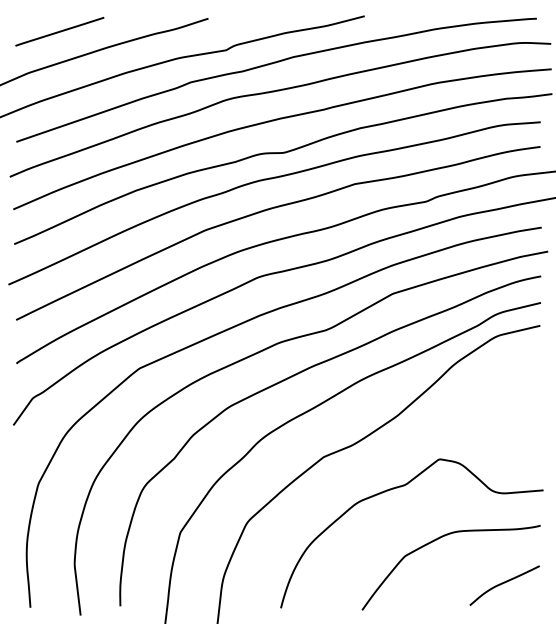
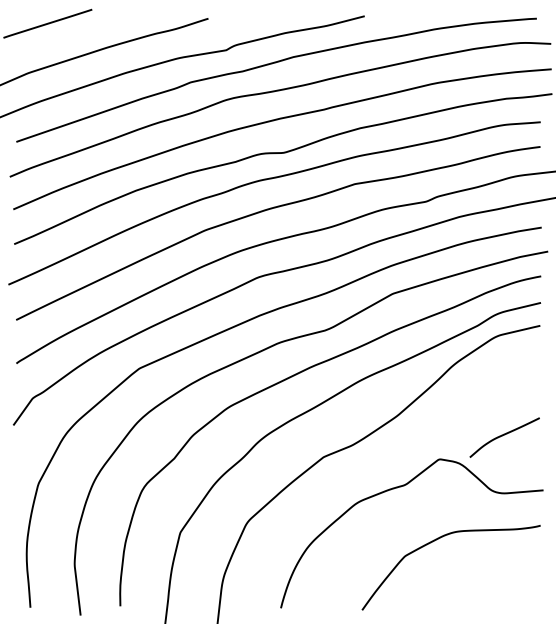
line at (59, 31) position: (59, 31) -> (47, 23)
curve at (504, 583) position: (504, 583) -> (504, 435)
